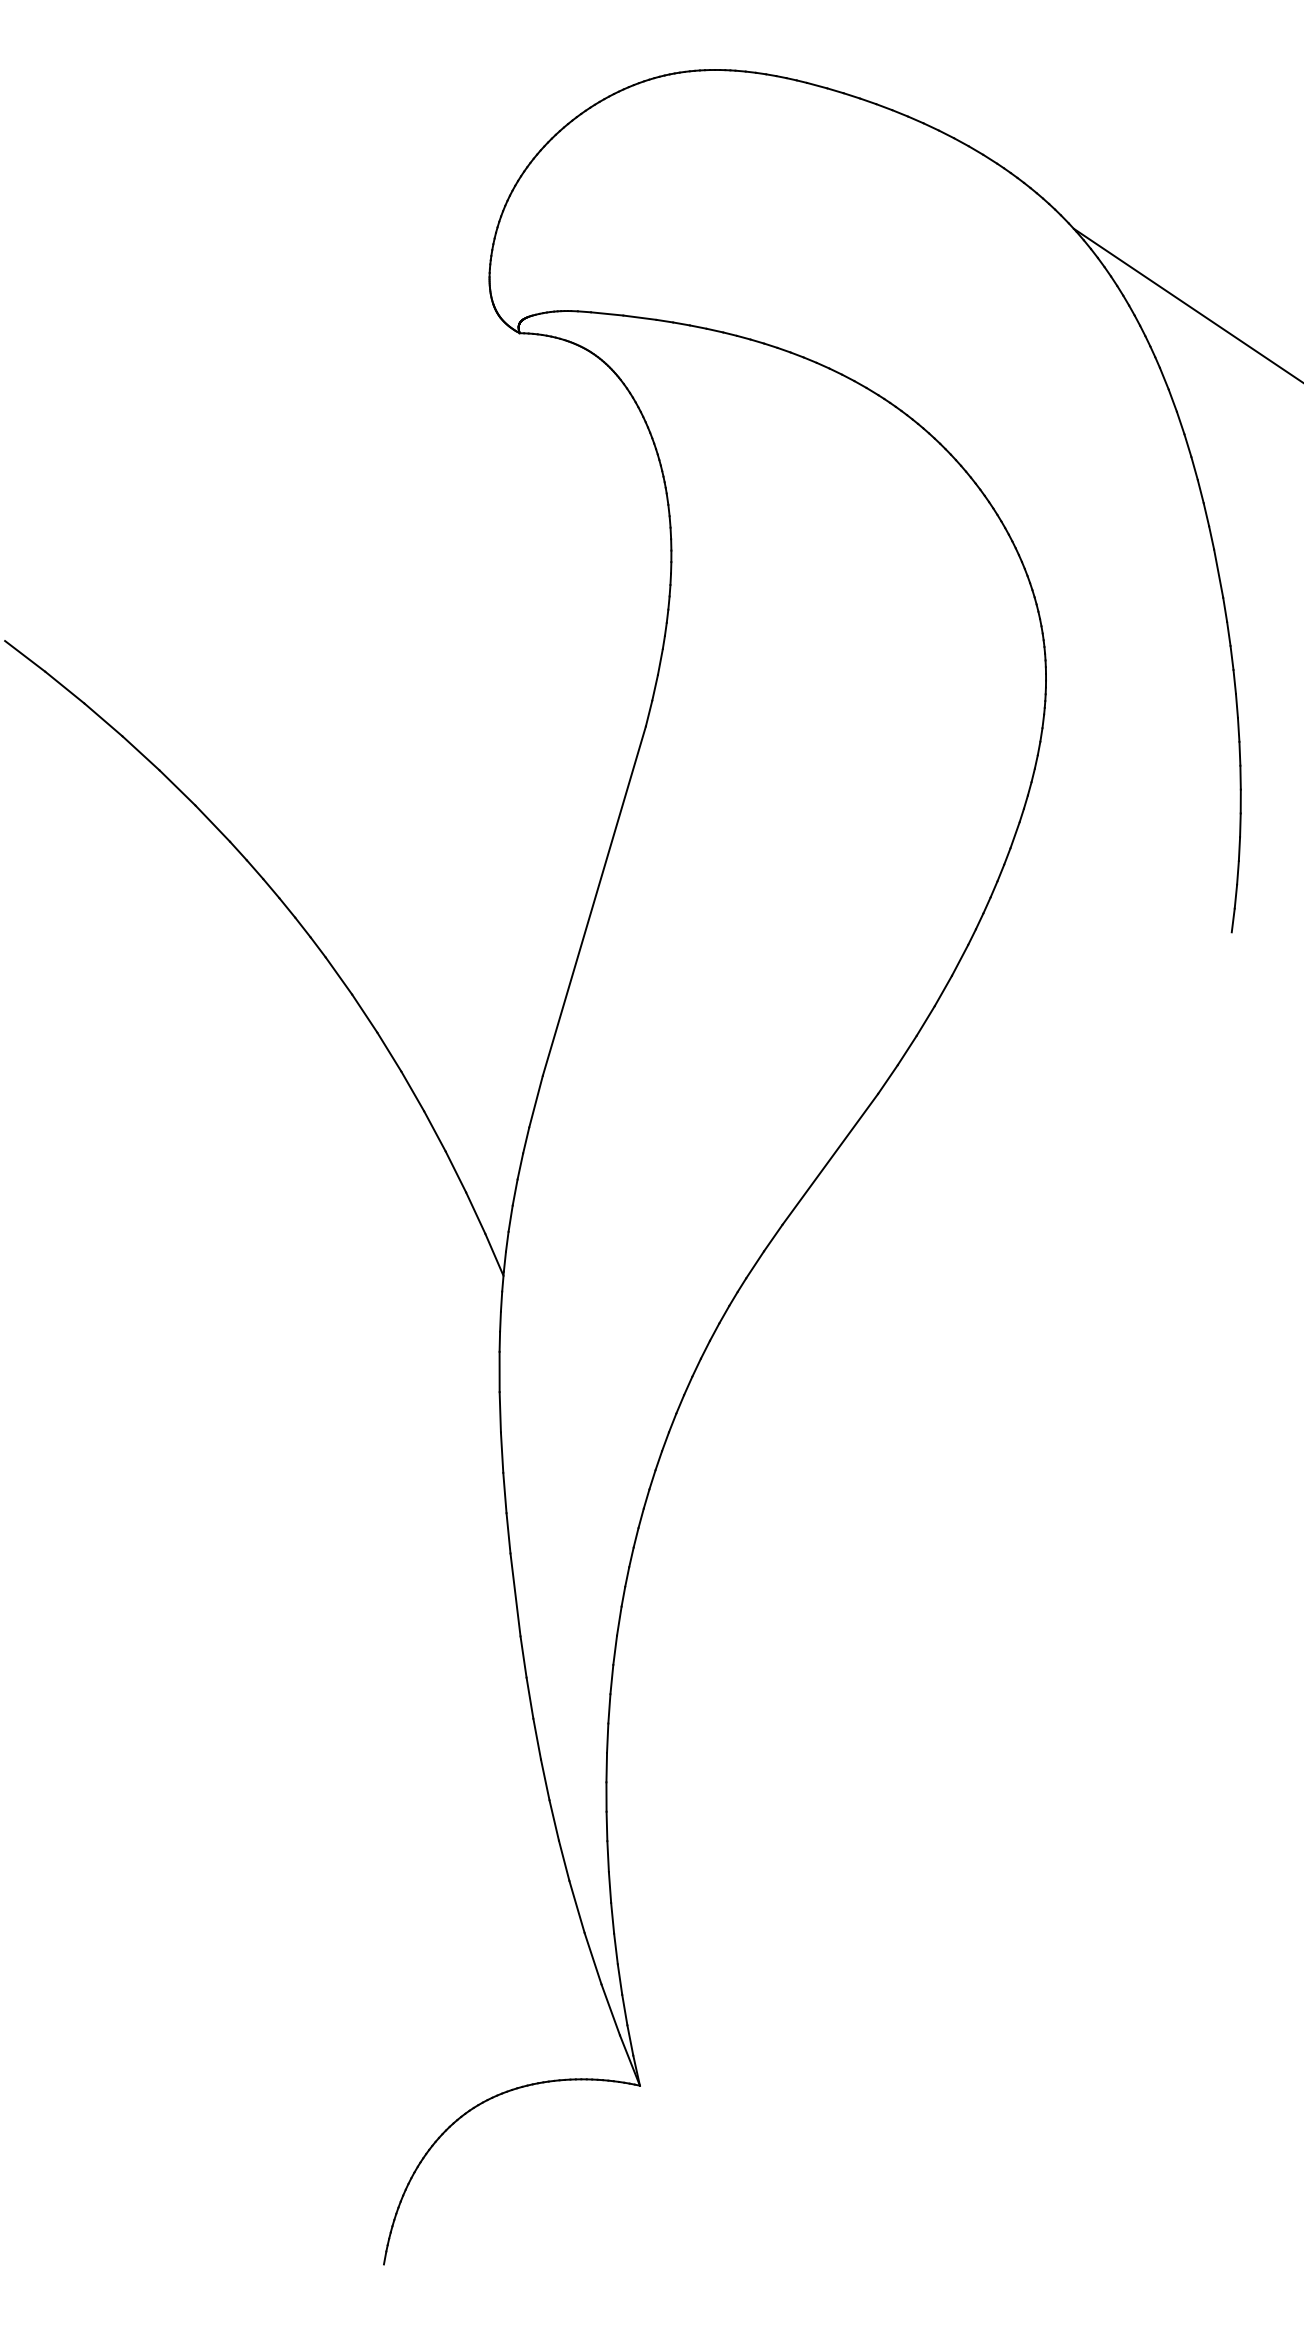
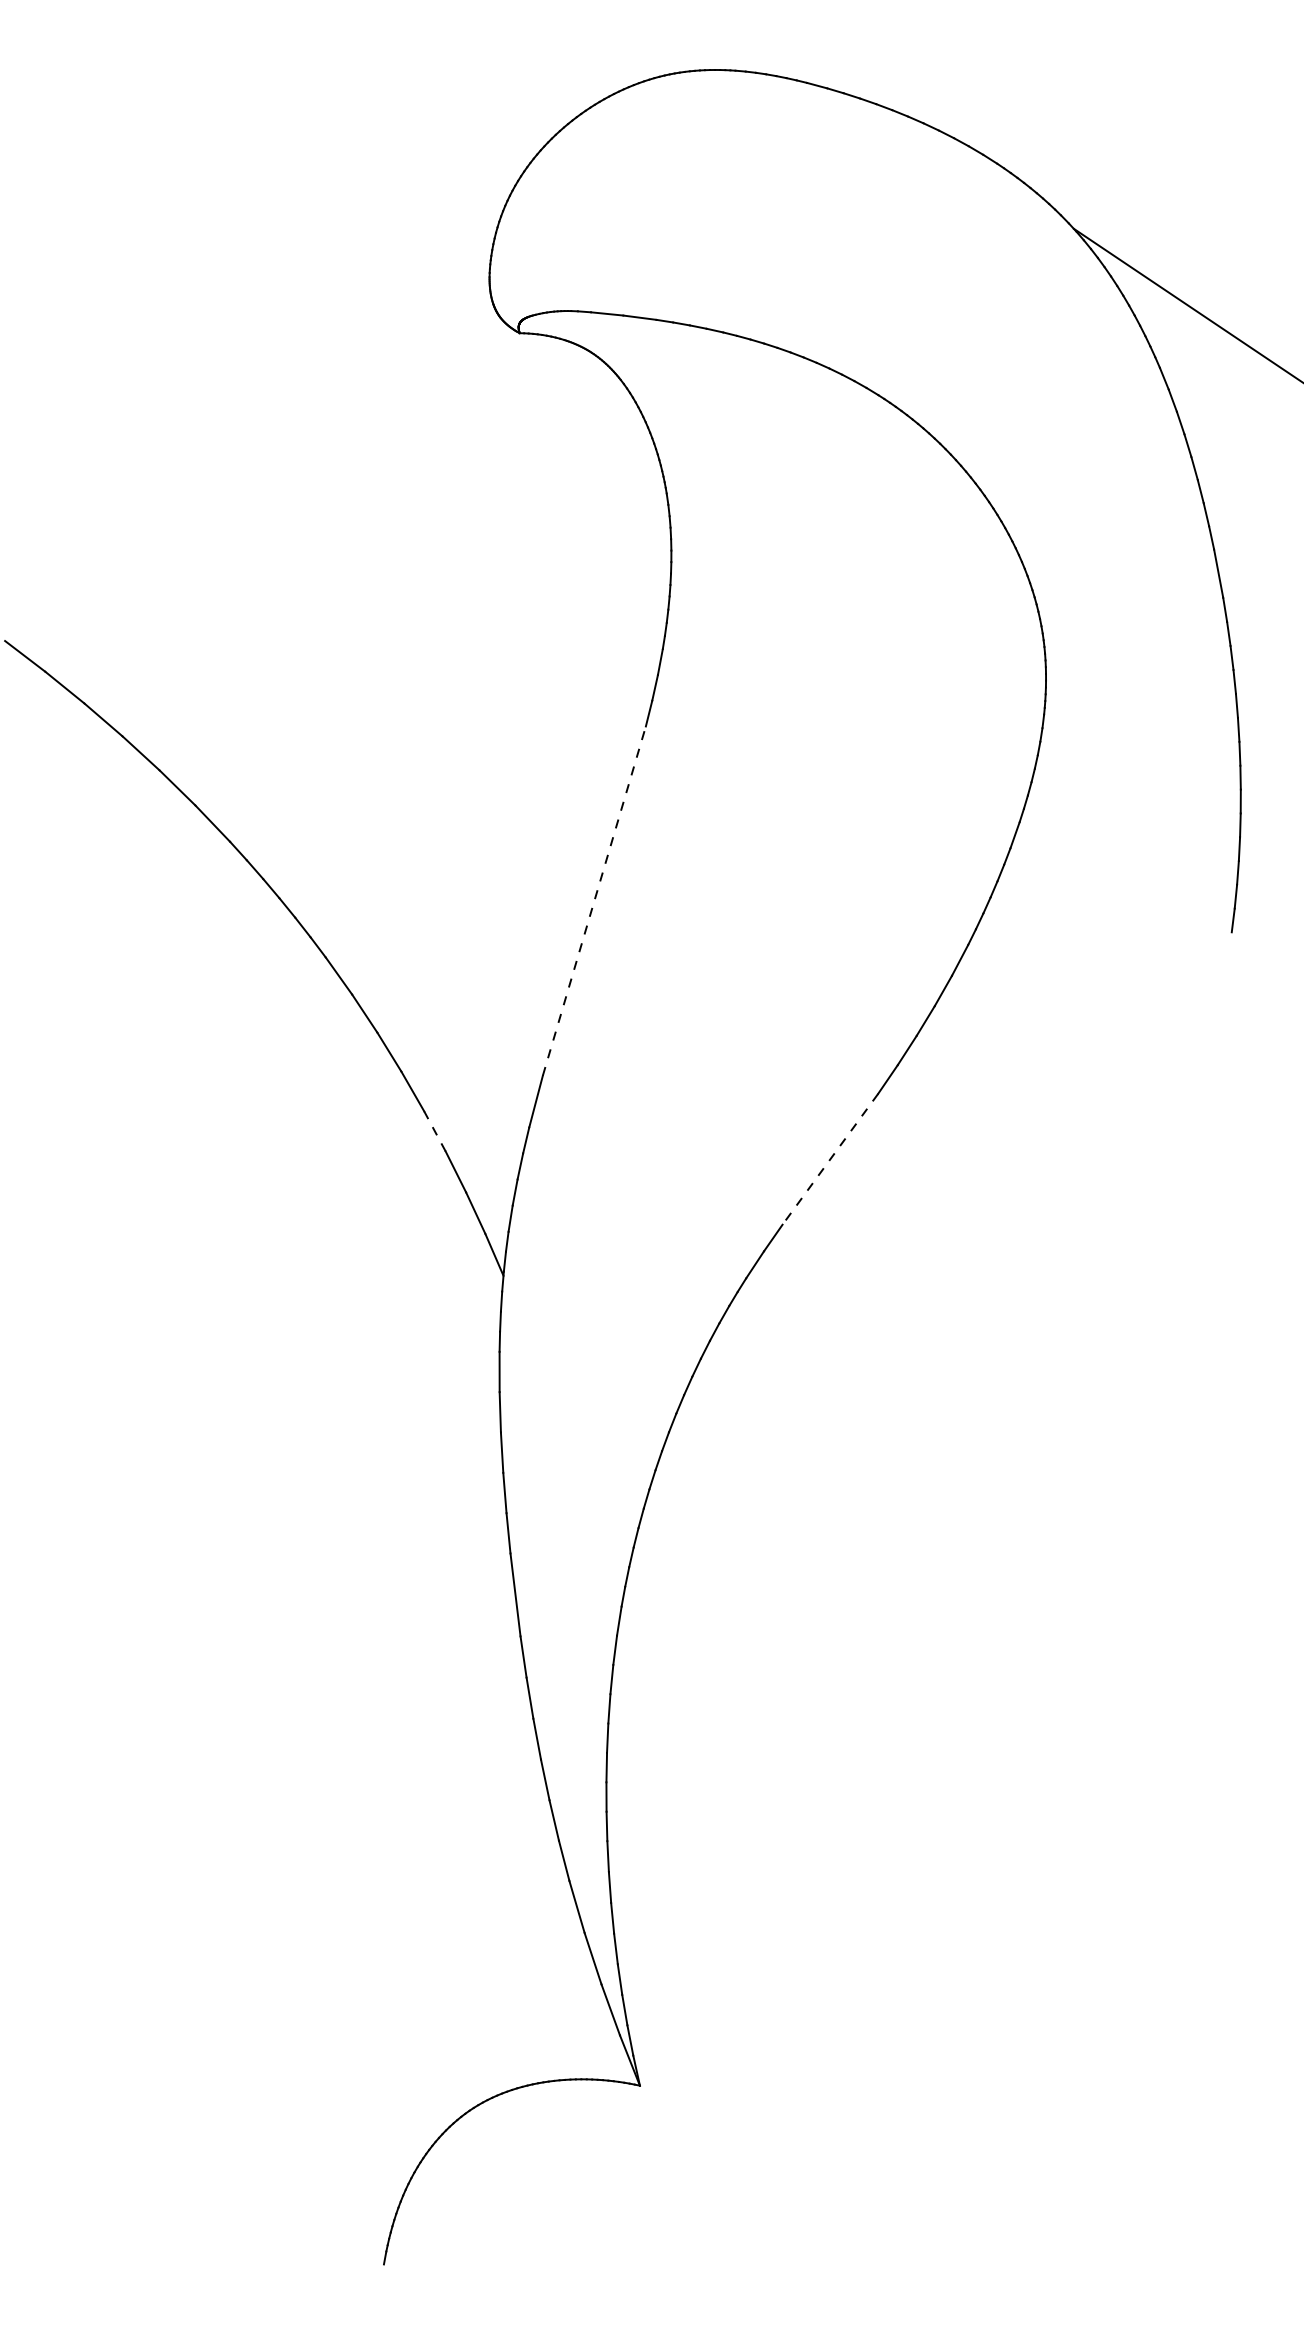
line at (594, 900): solid -> dashed
line at (434, 1131): solid -> dashed
line at (830, 1159): solid -> dashed
